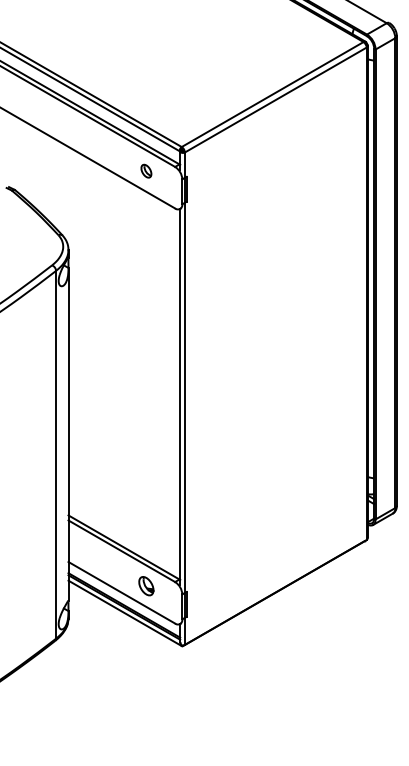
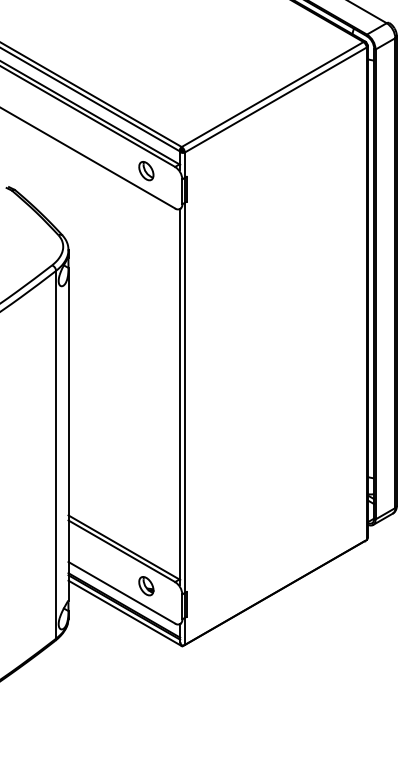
part at (146, 170) size: 13x16 px -> 17x21 px
